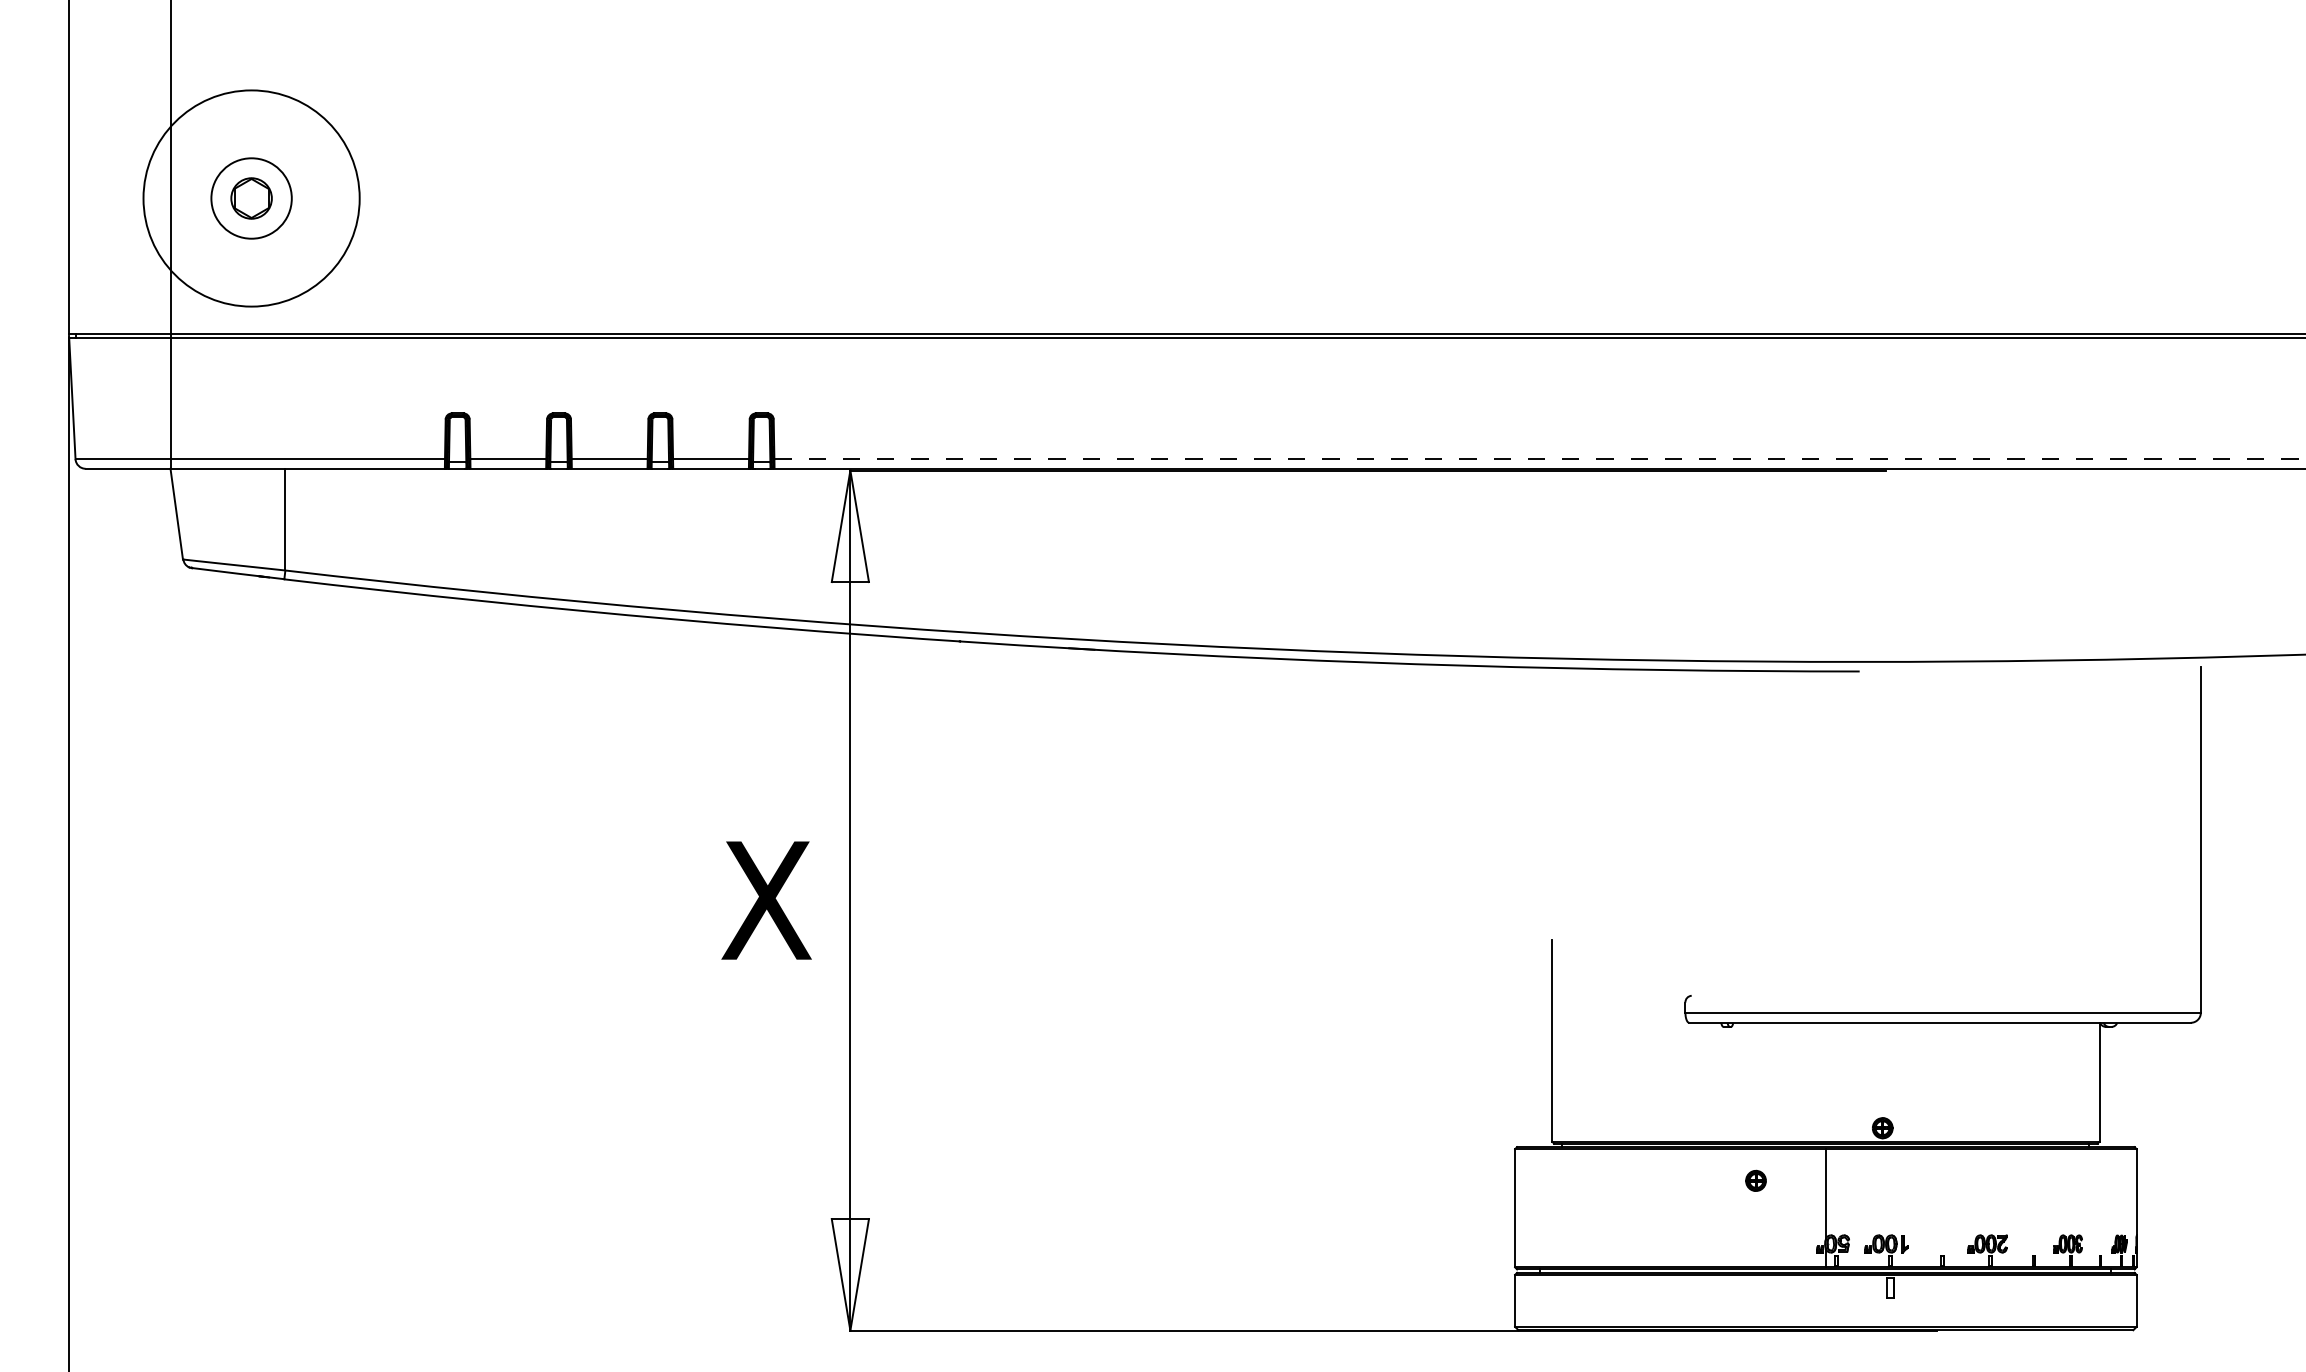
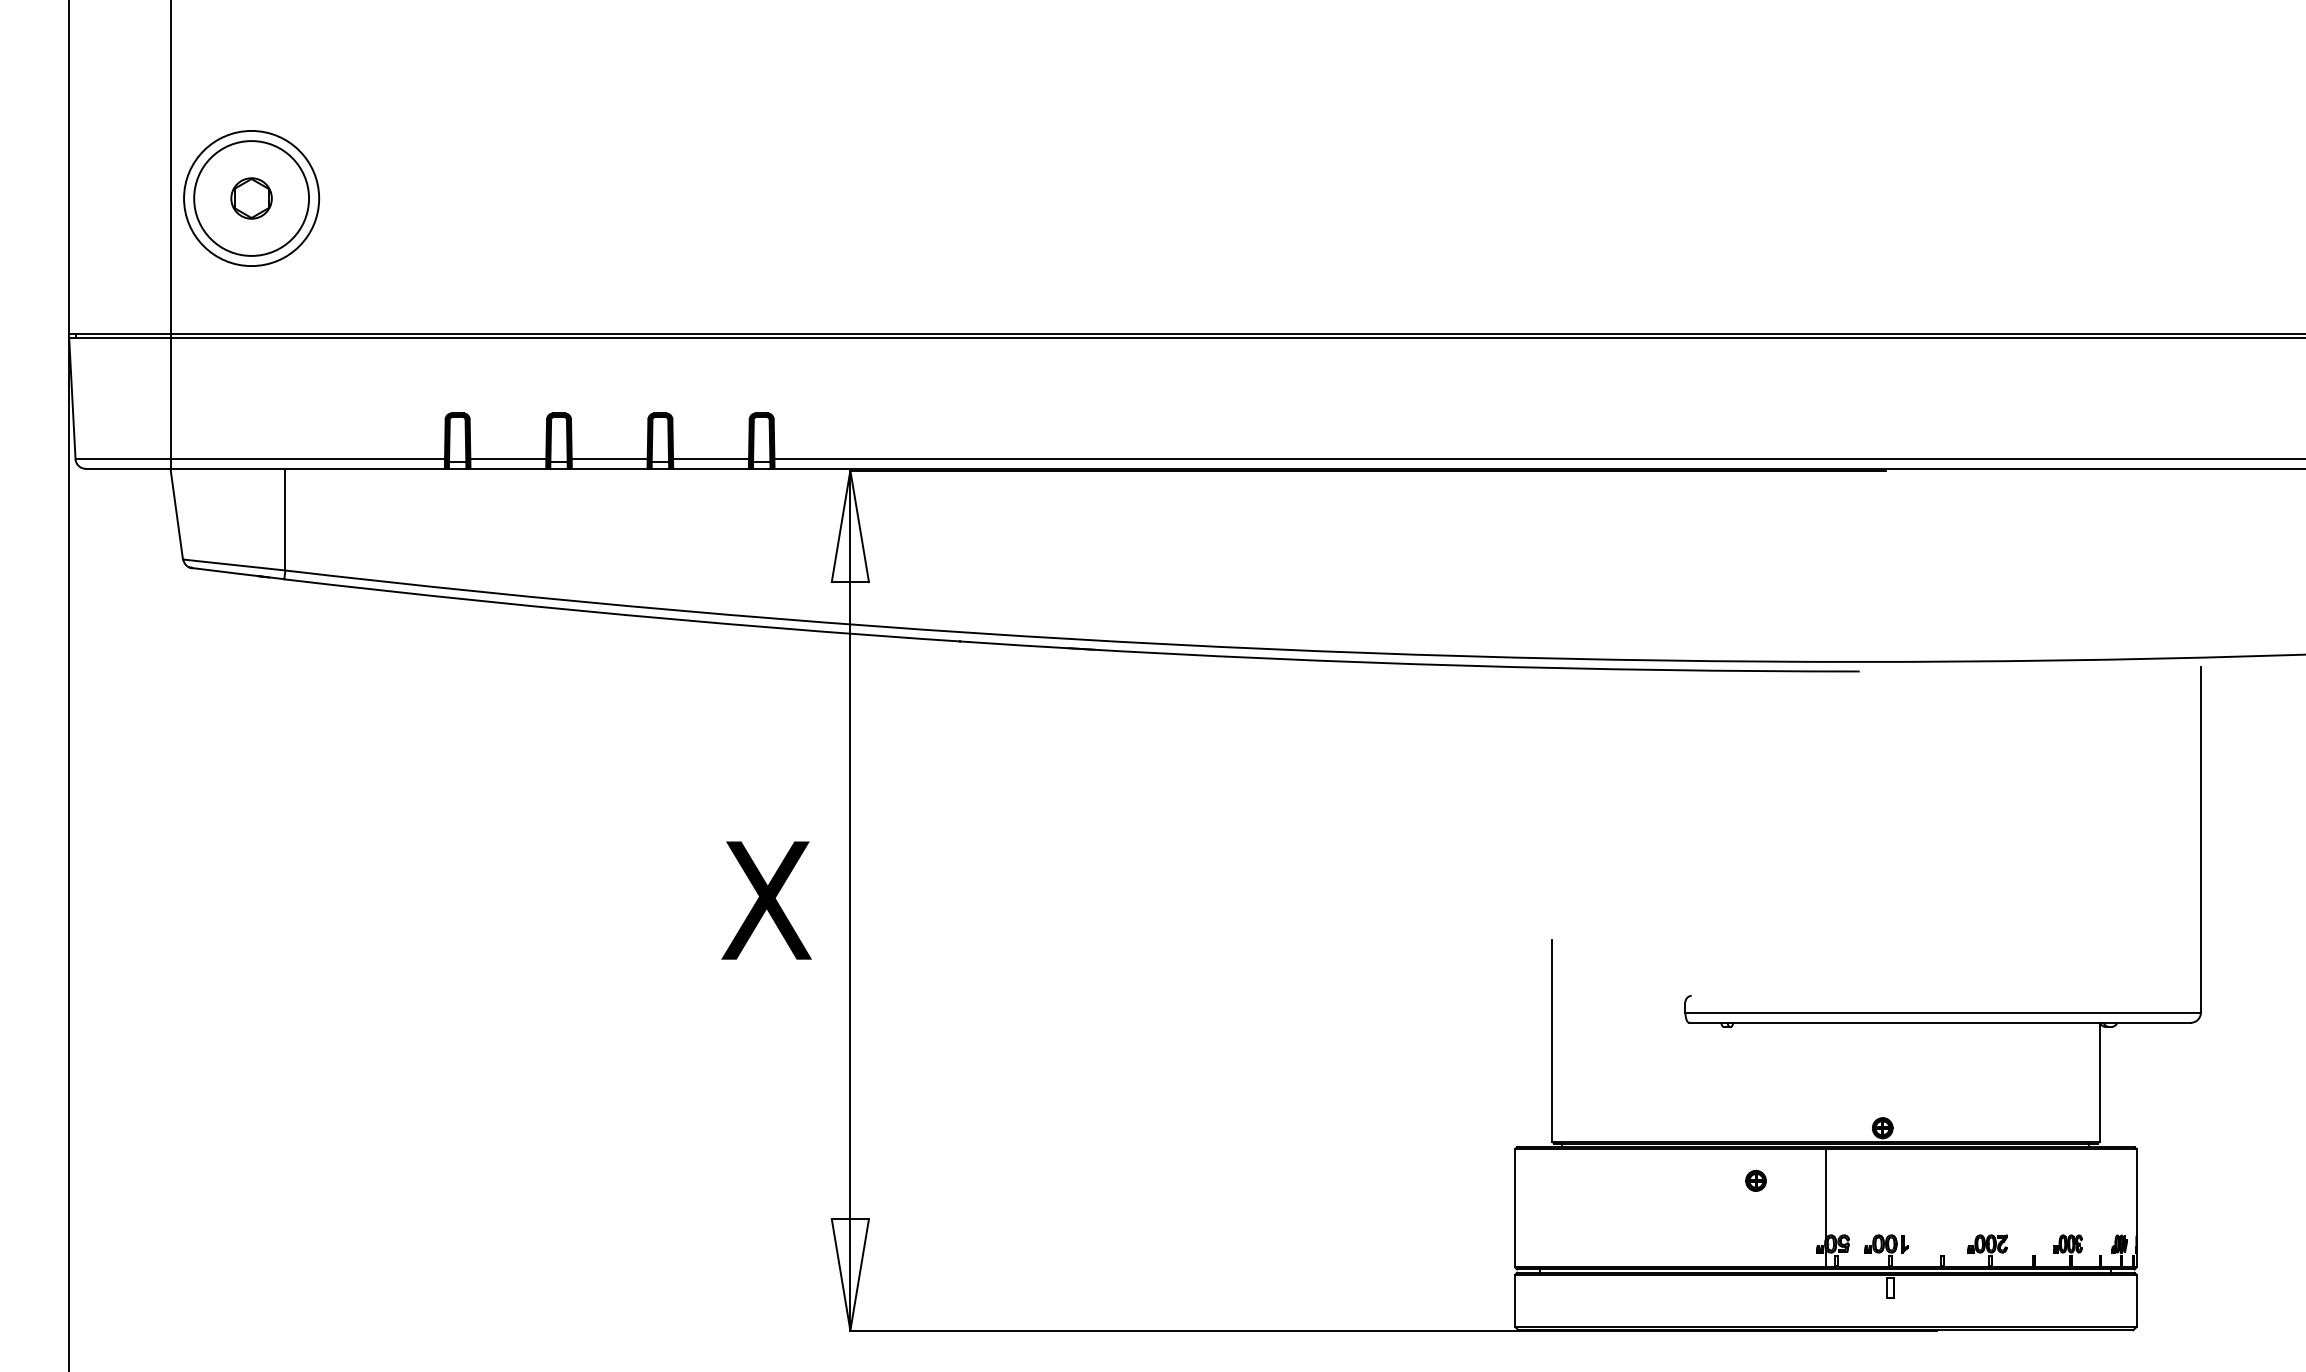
circle at (251, 198) diameter: 216 px -> 135 px
circle at (251, 198) diameter: 80 px -> 115 px
line at (1540, 459): dashed -> solid
